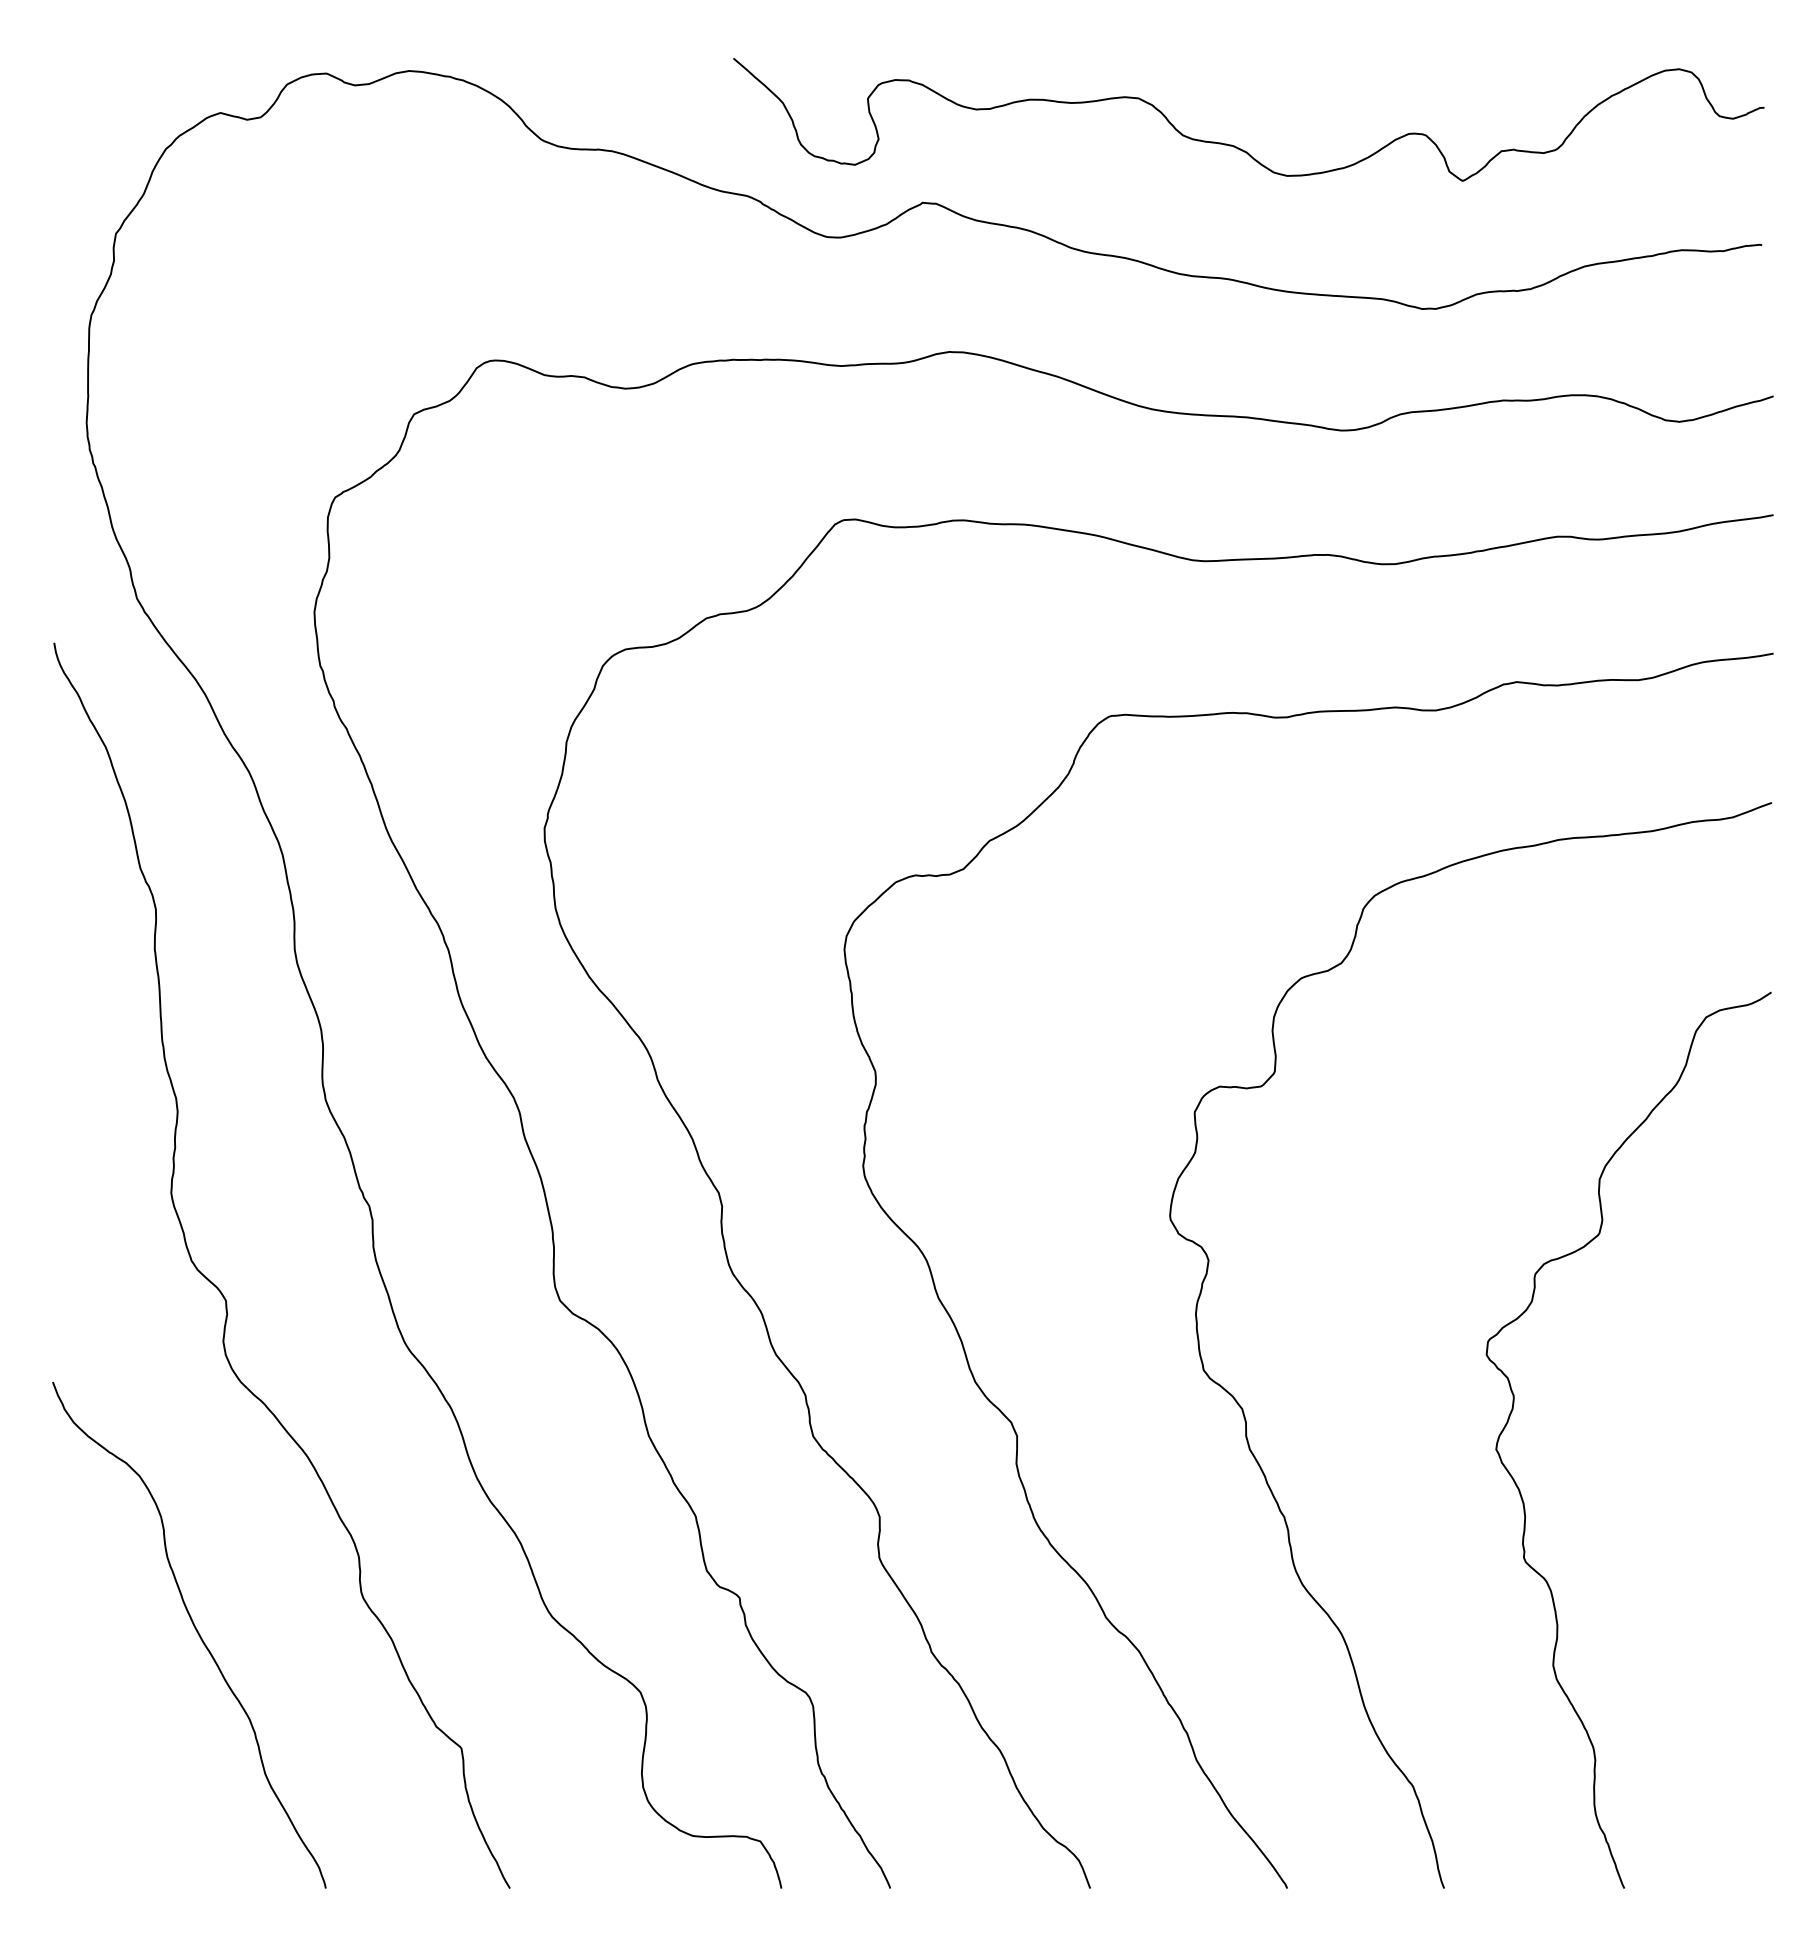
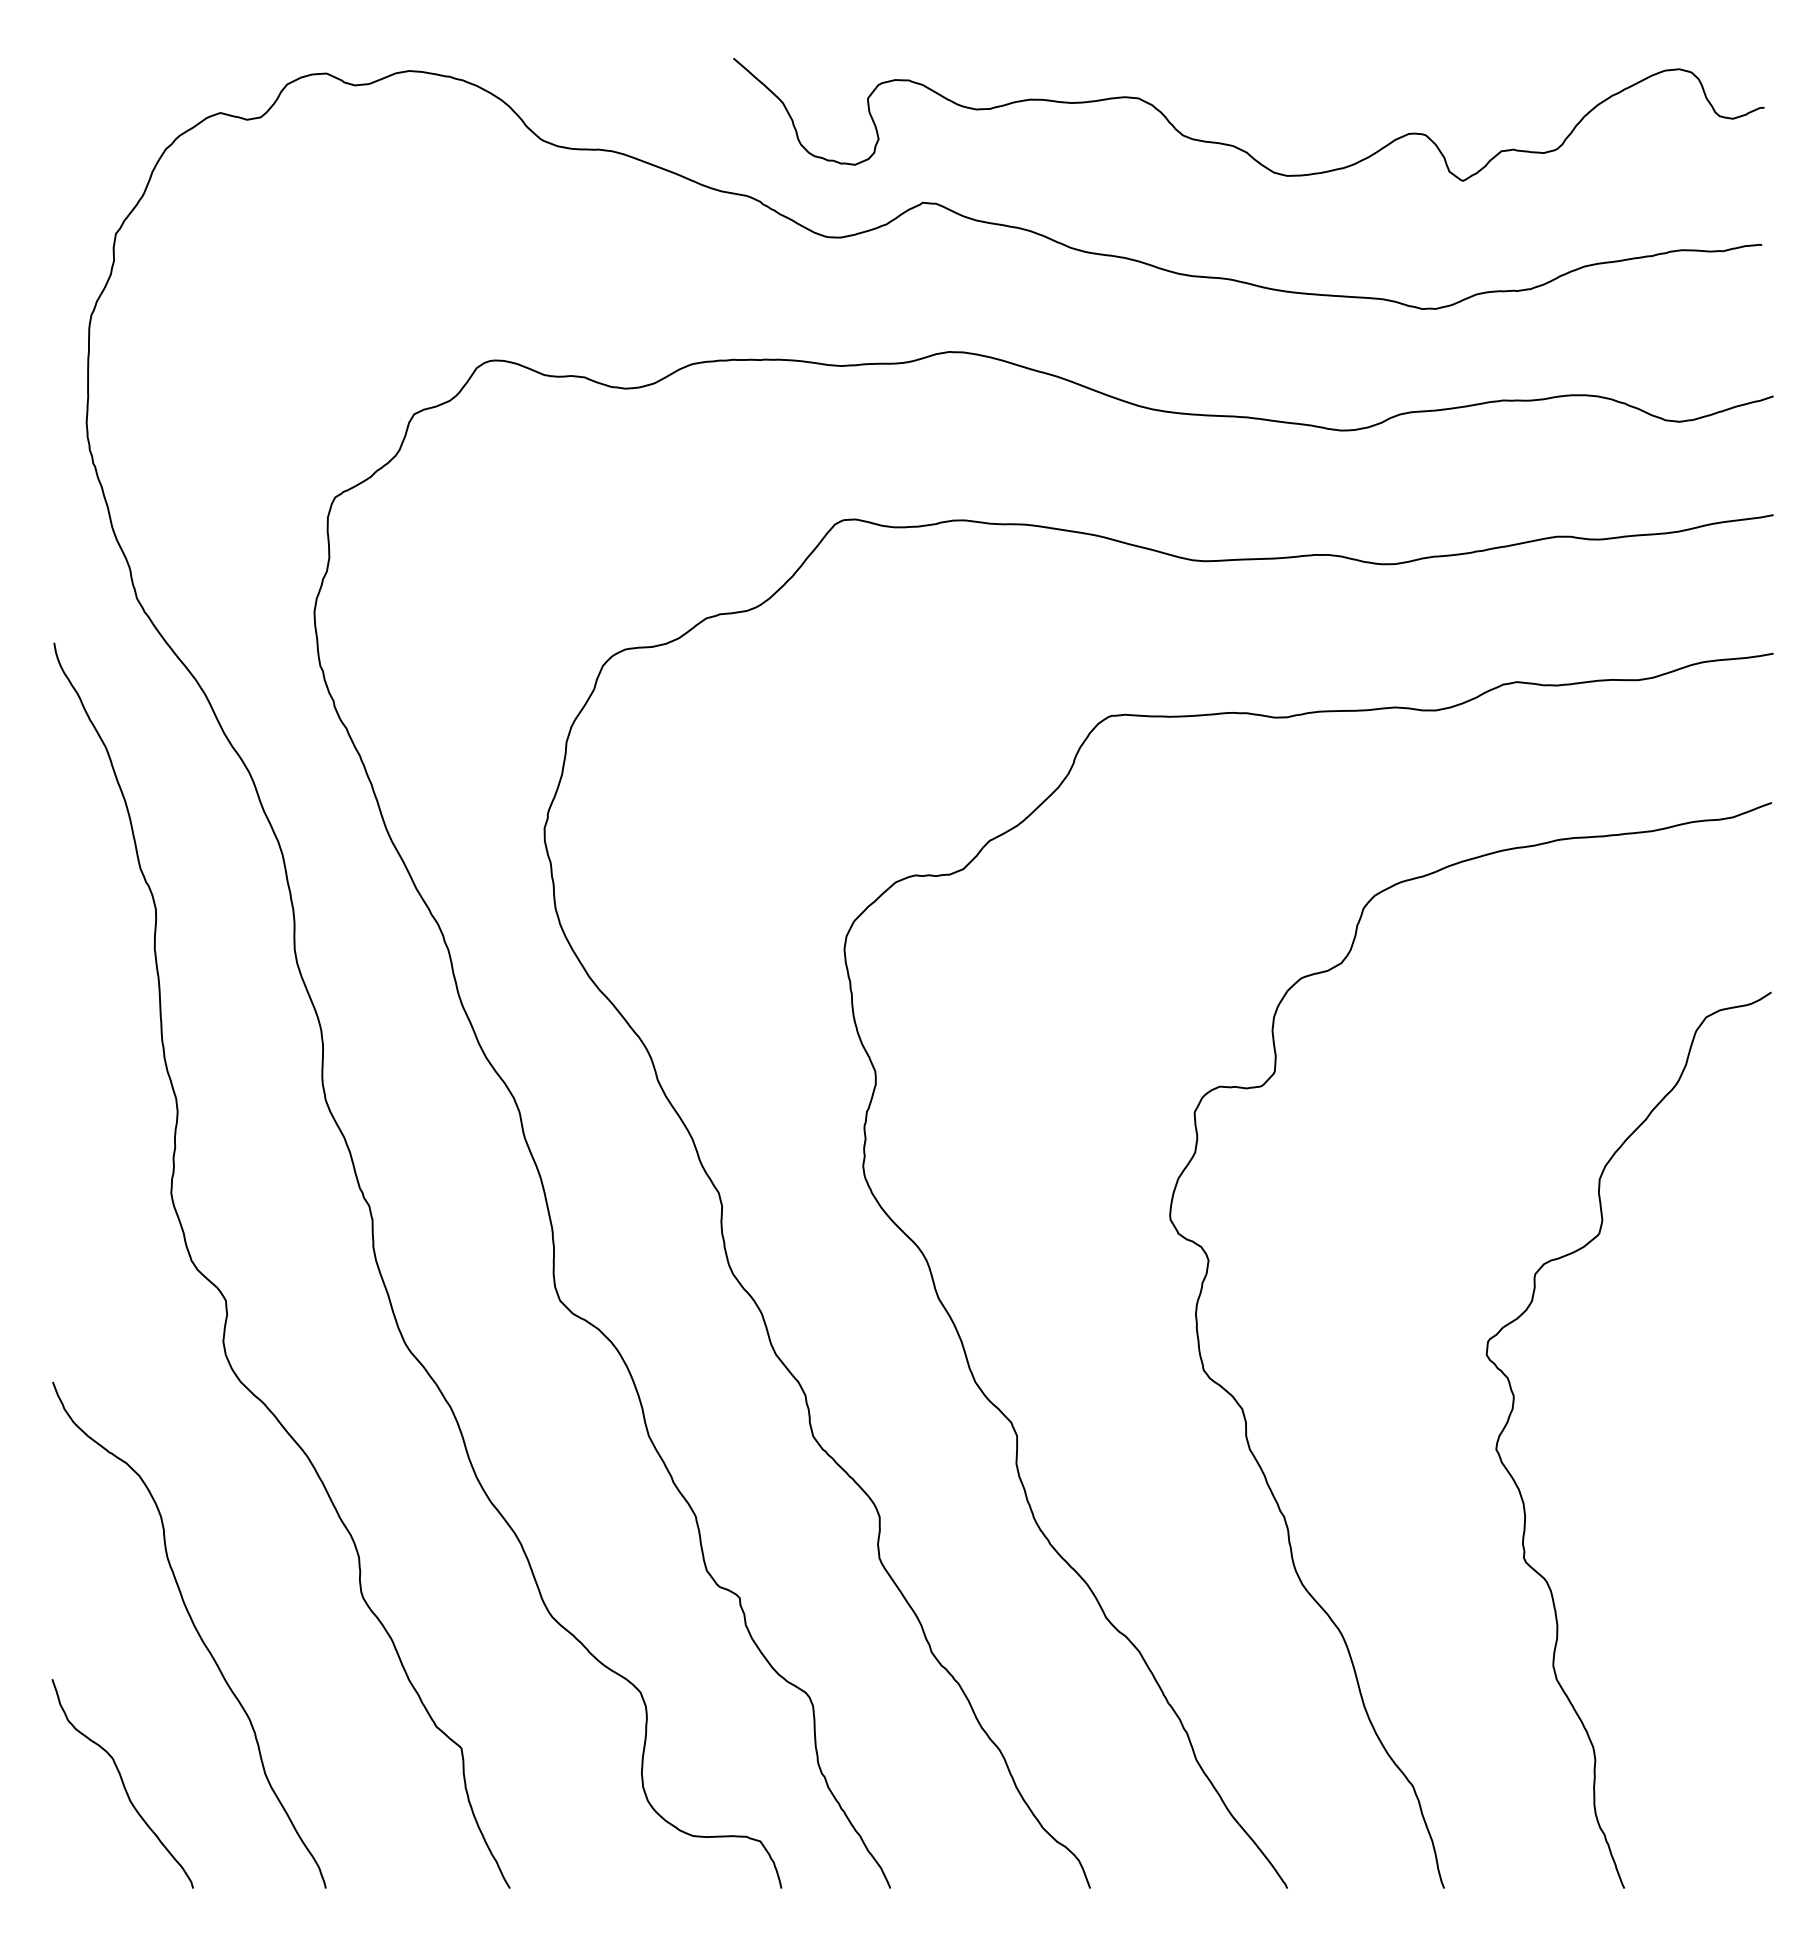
curve at (122, 1783): none -> present
